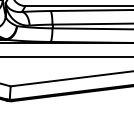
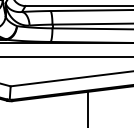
line at (88, 108): none -> present
